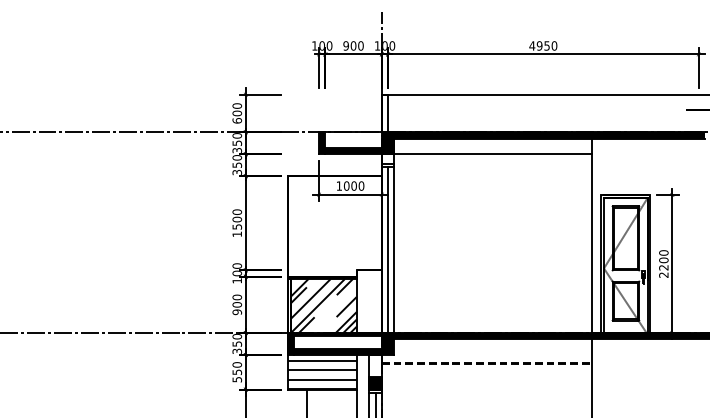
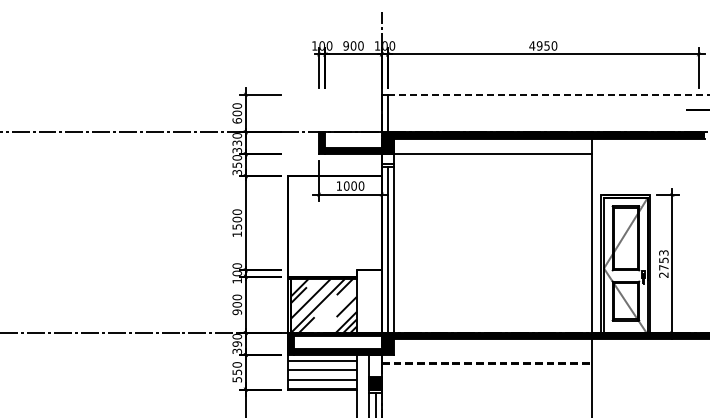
line at (526, 94): solid -> dashed
text at (236, 142): 350 -> 330
text at (663, 260): 2200 -> 2753
text at (236, 343): 350 -> 390
line at (306, 401): present -> none
